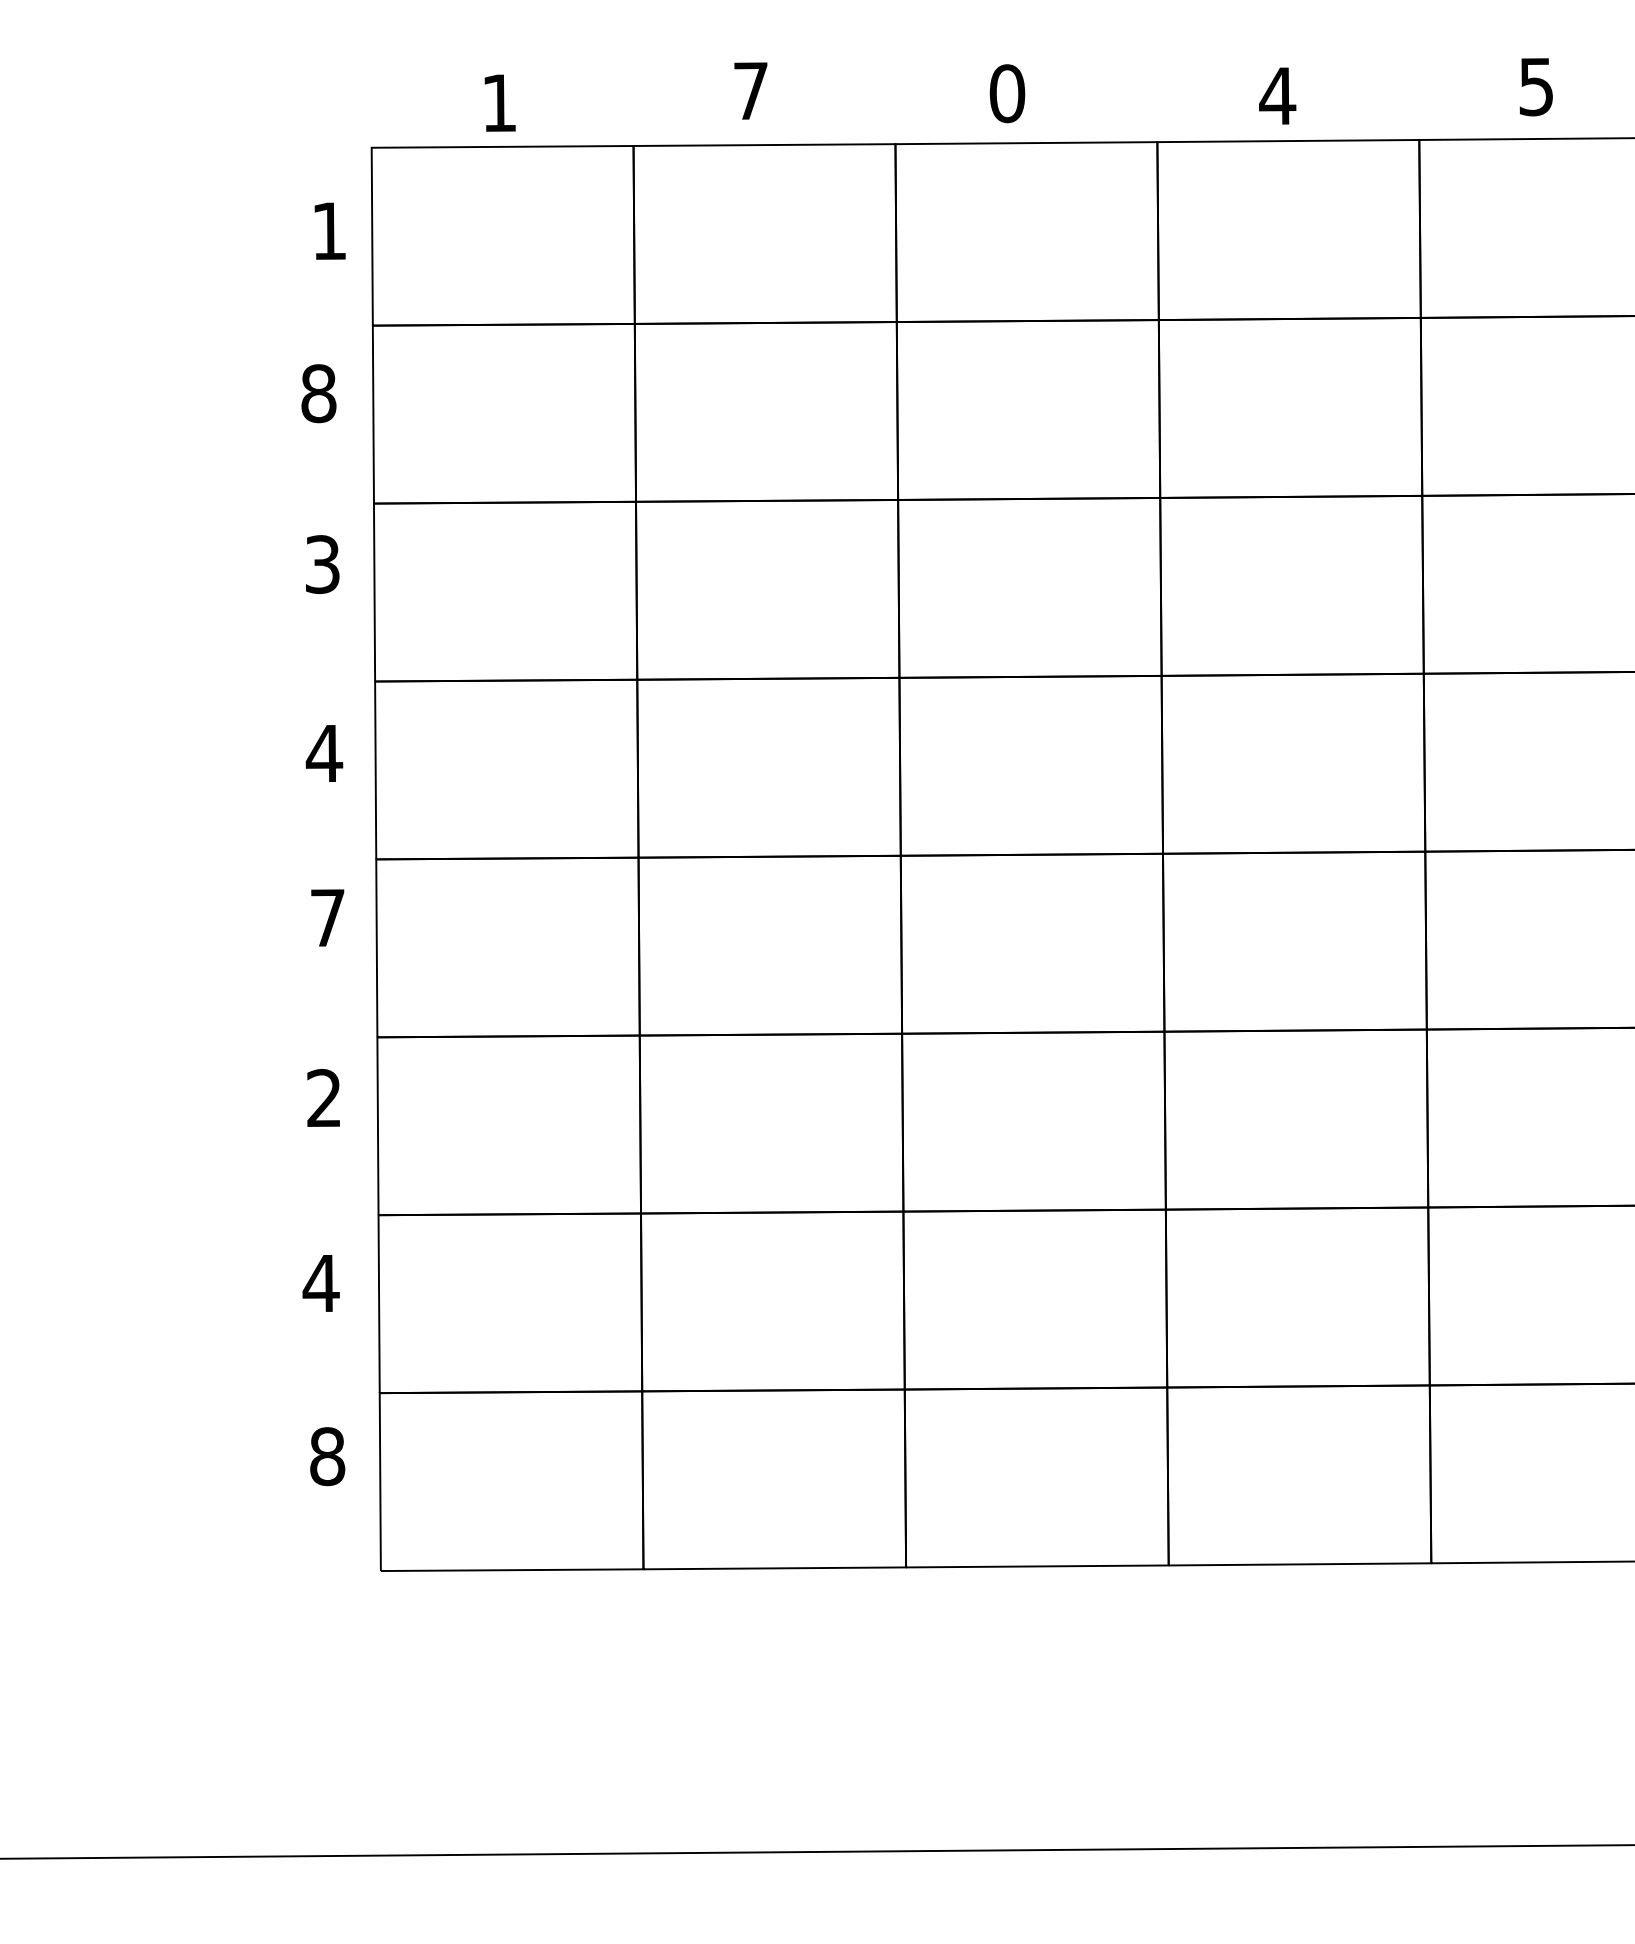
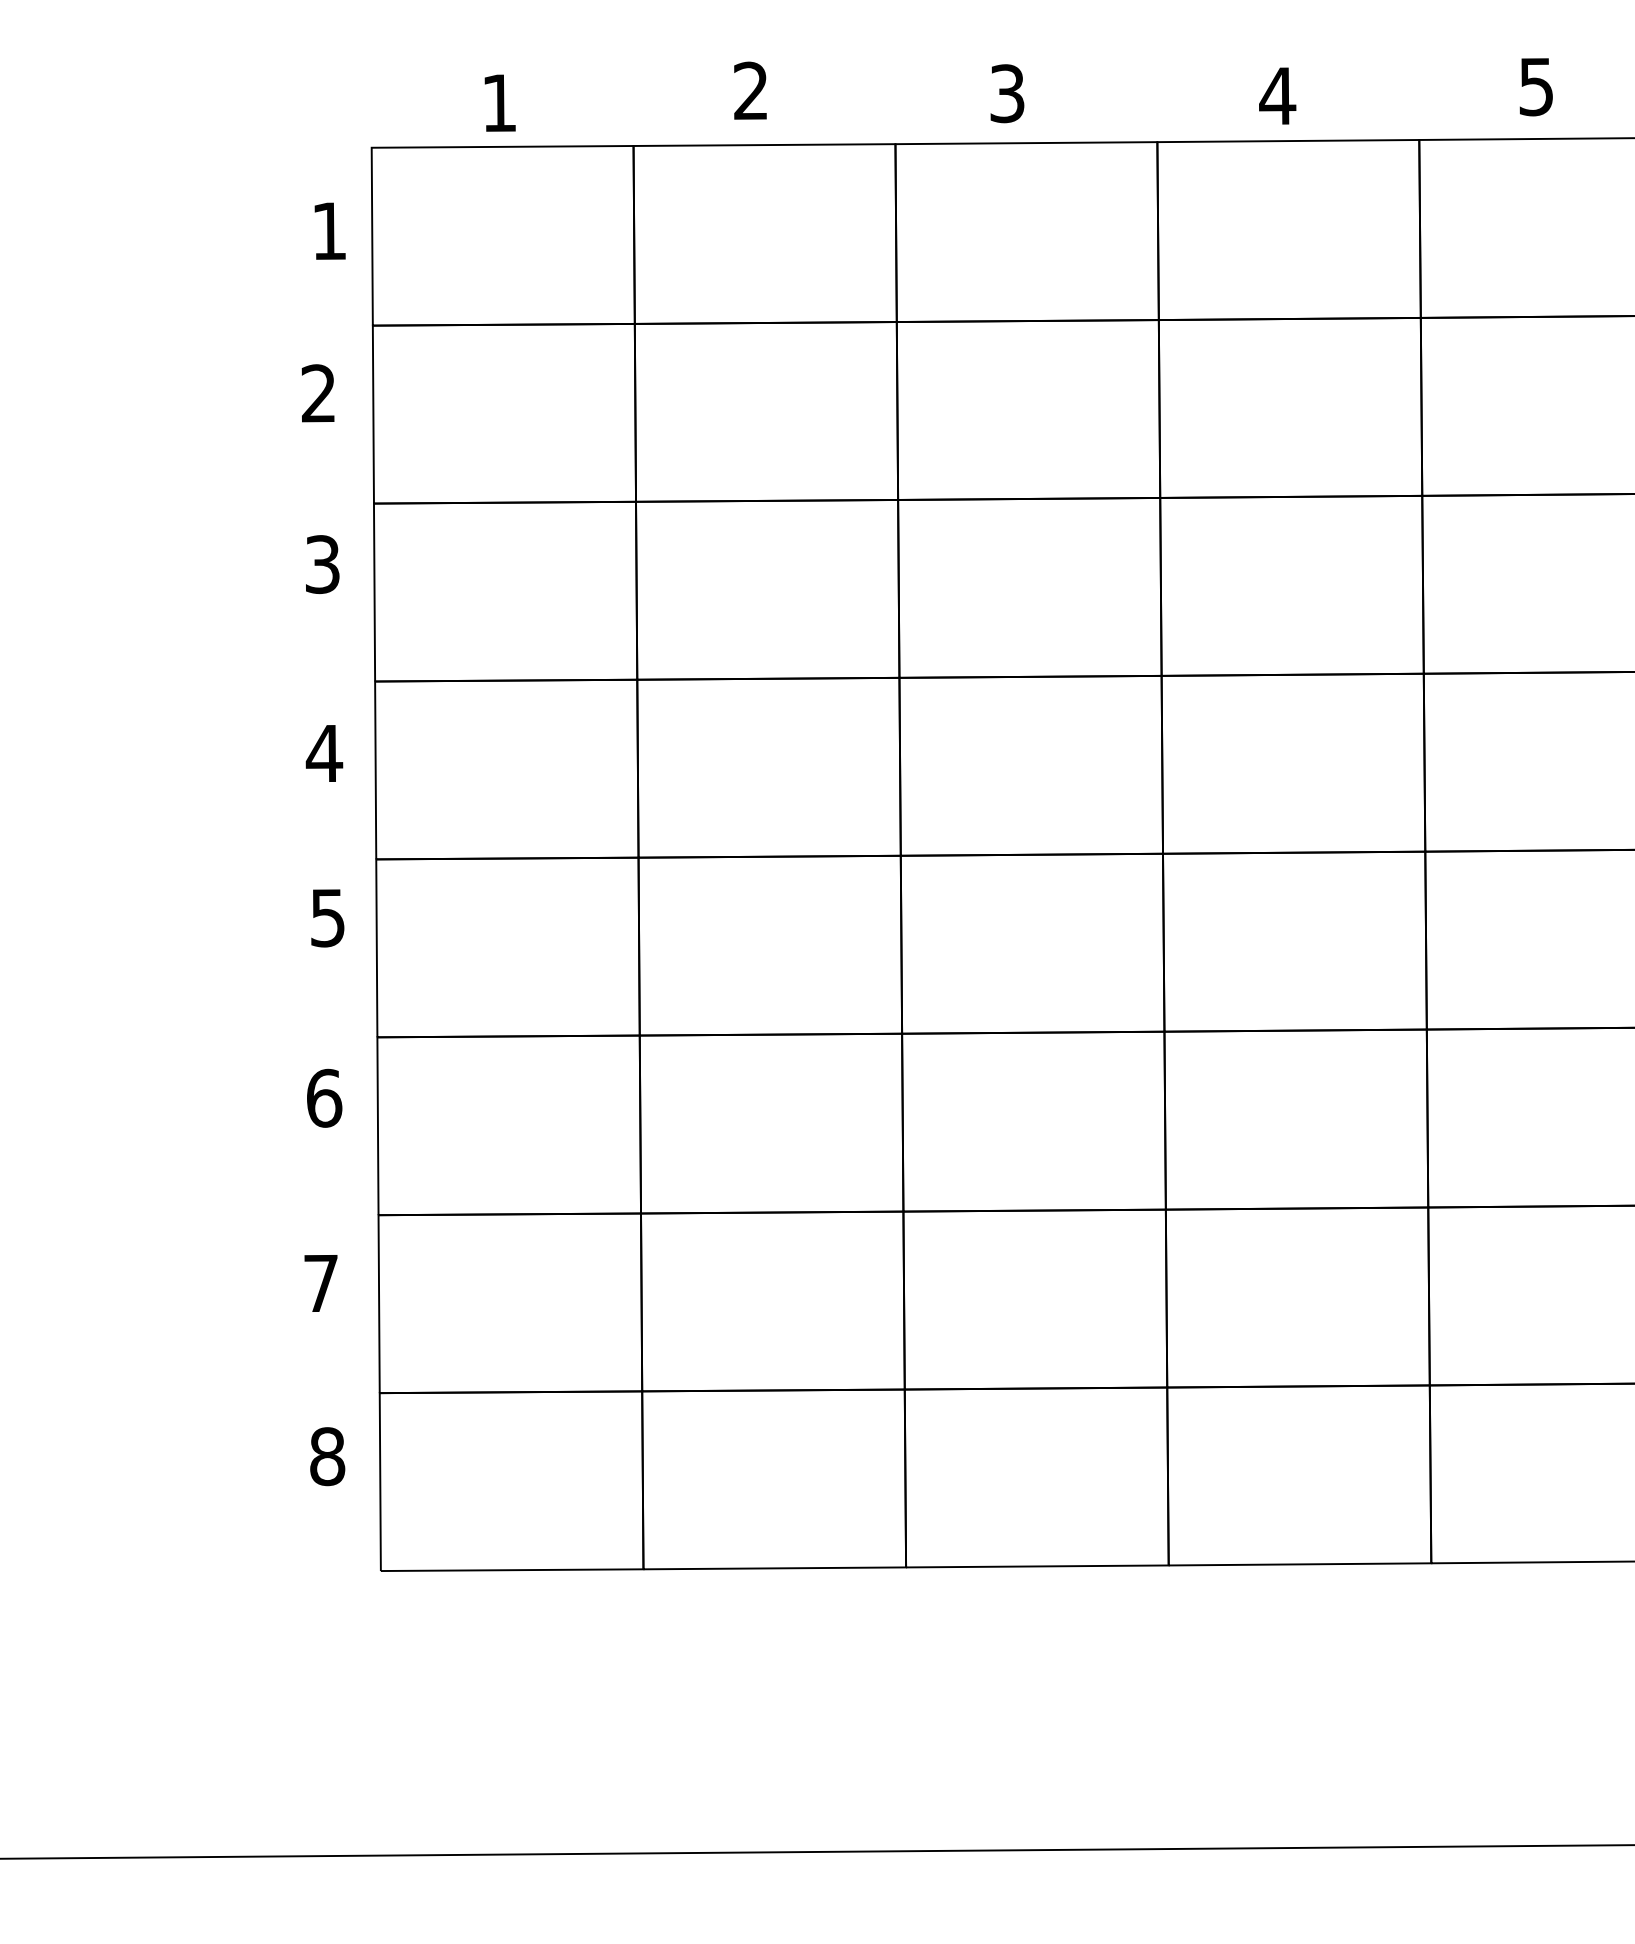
text at (750, 90): 7 -> 2
text at (1007, 93): 0 -> 3
text at (318, 393): 8 -> 2
text at (327, 918): 7 -> 5
text at (324, 1097): 2 -> 6
text at (320, 1283): 4 -> 7
